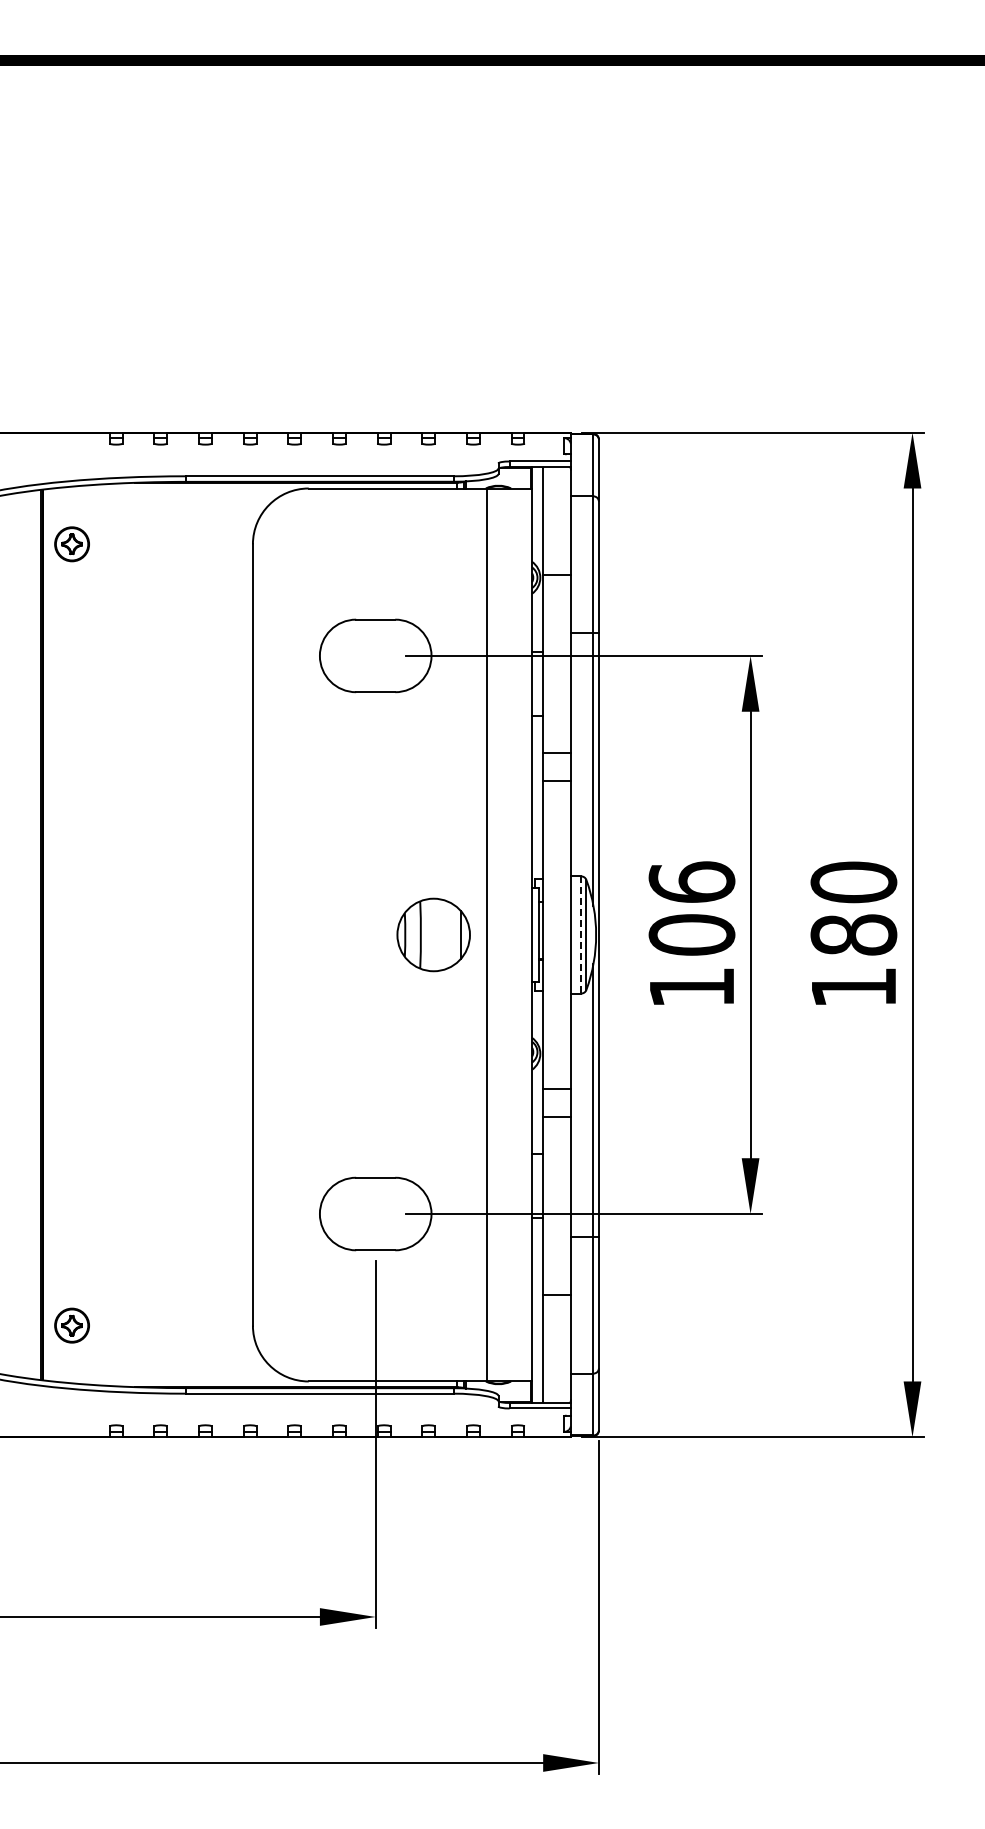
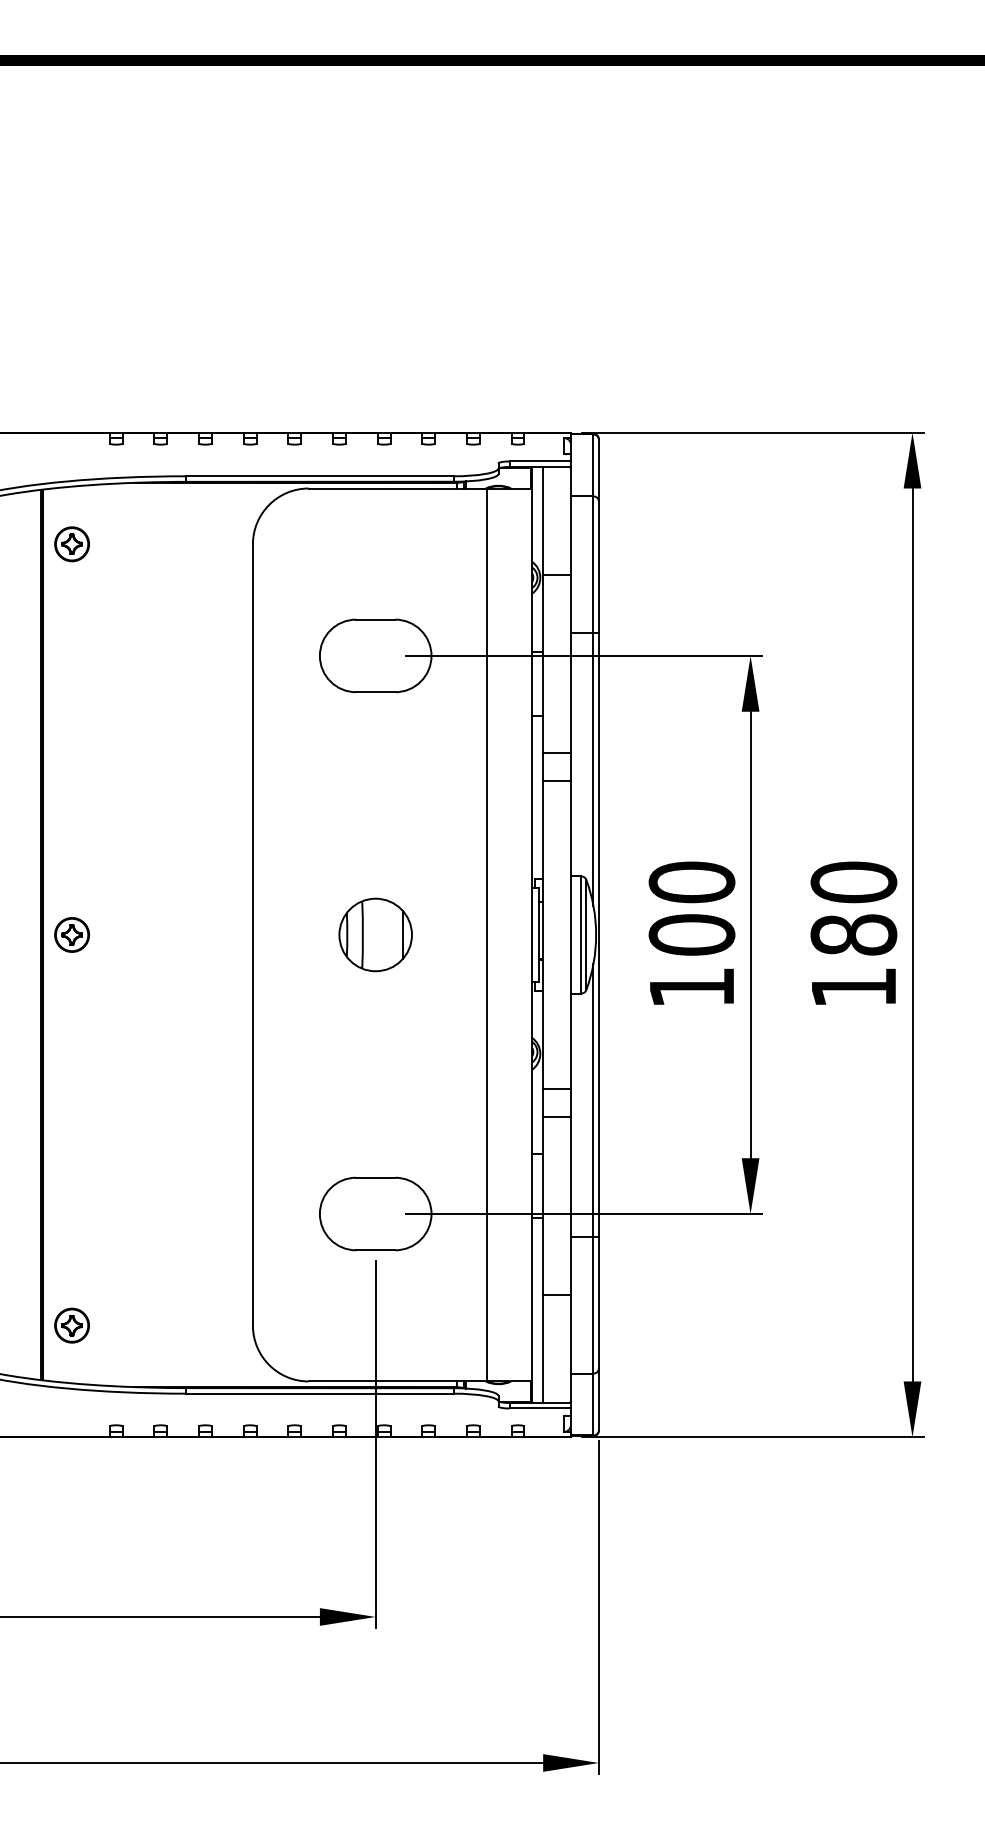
text at (691, 882): 106 -> 100
part at (71, 934): none -> present
part at (433, 934) position: (433, 934) -> (375, 934)
line at (581, 934): dashed -> solid
